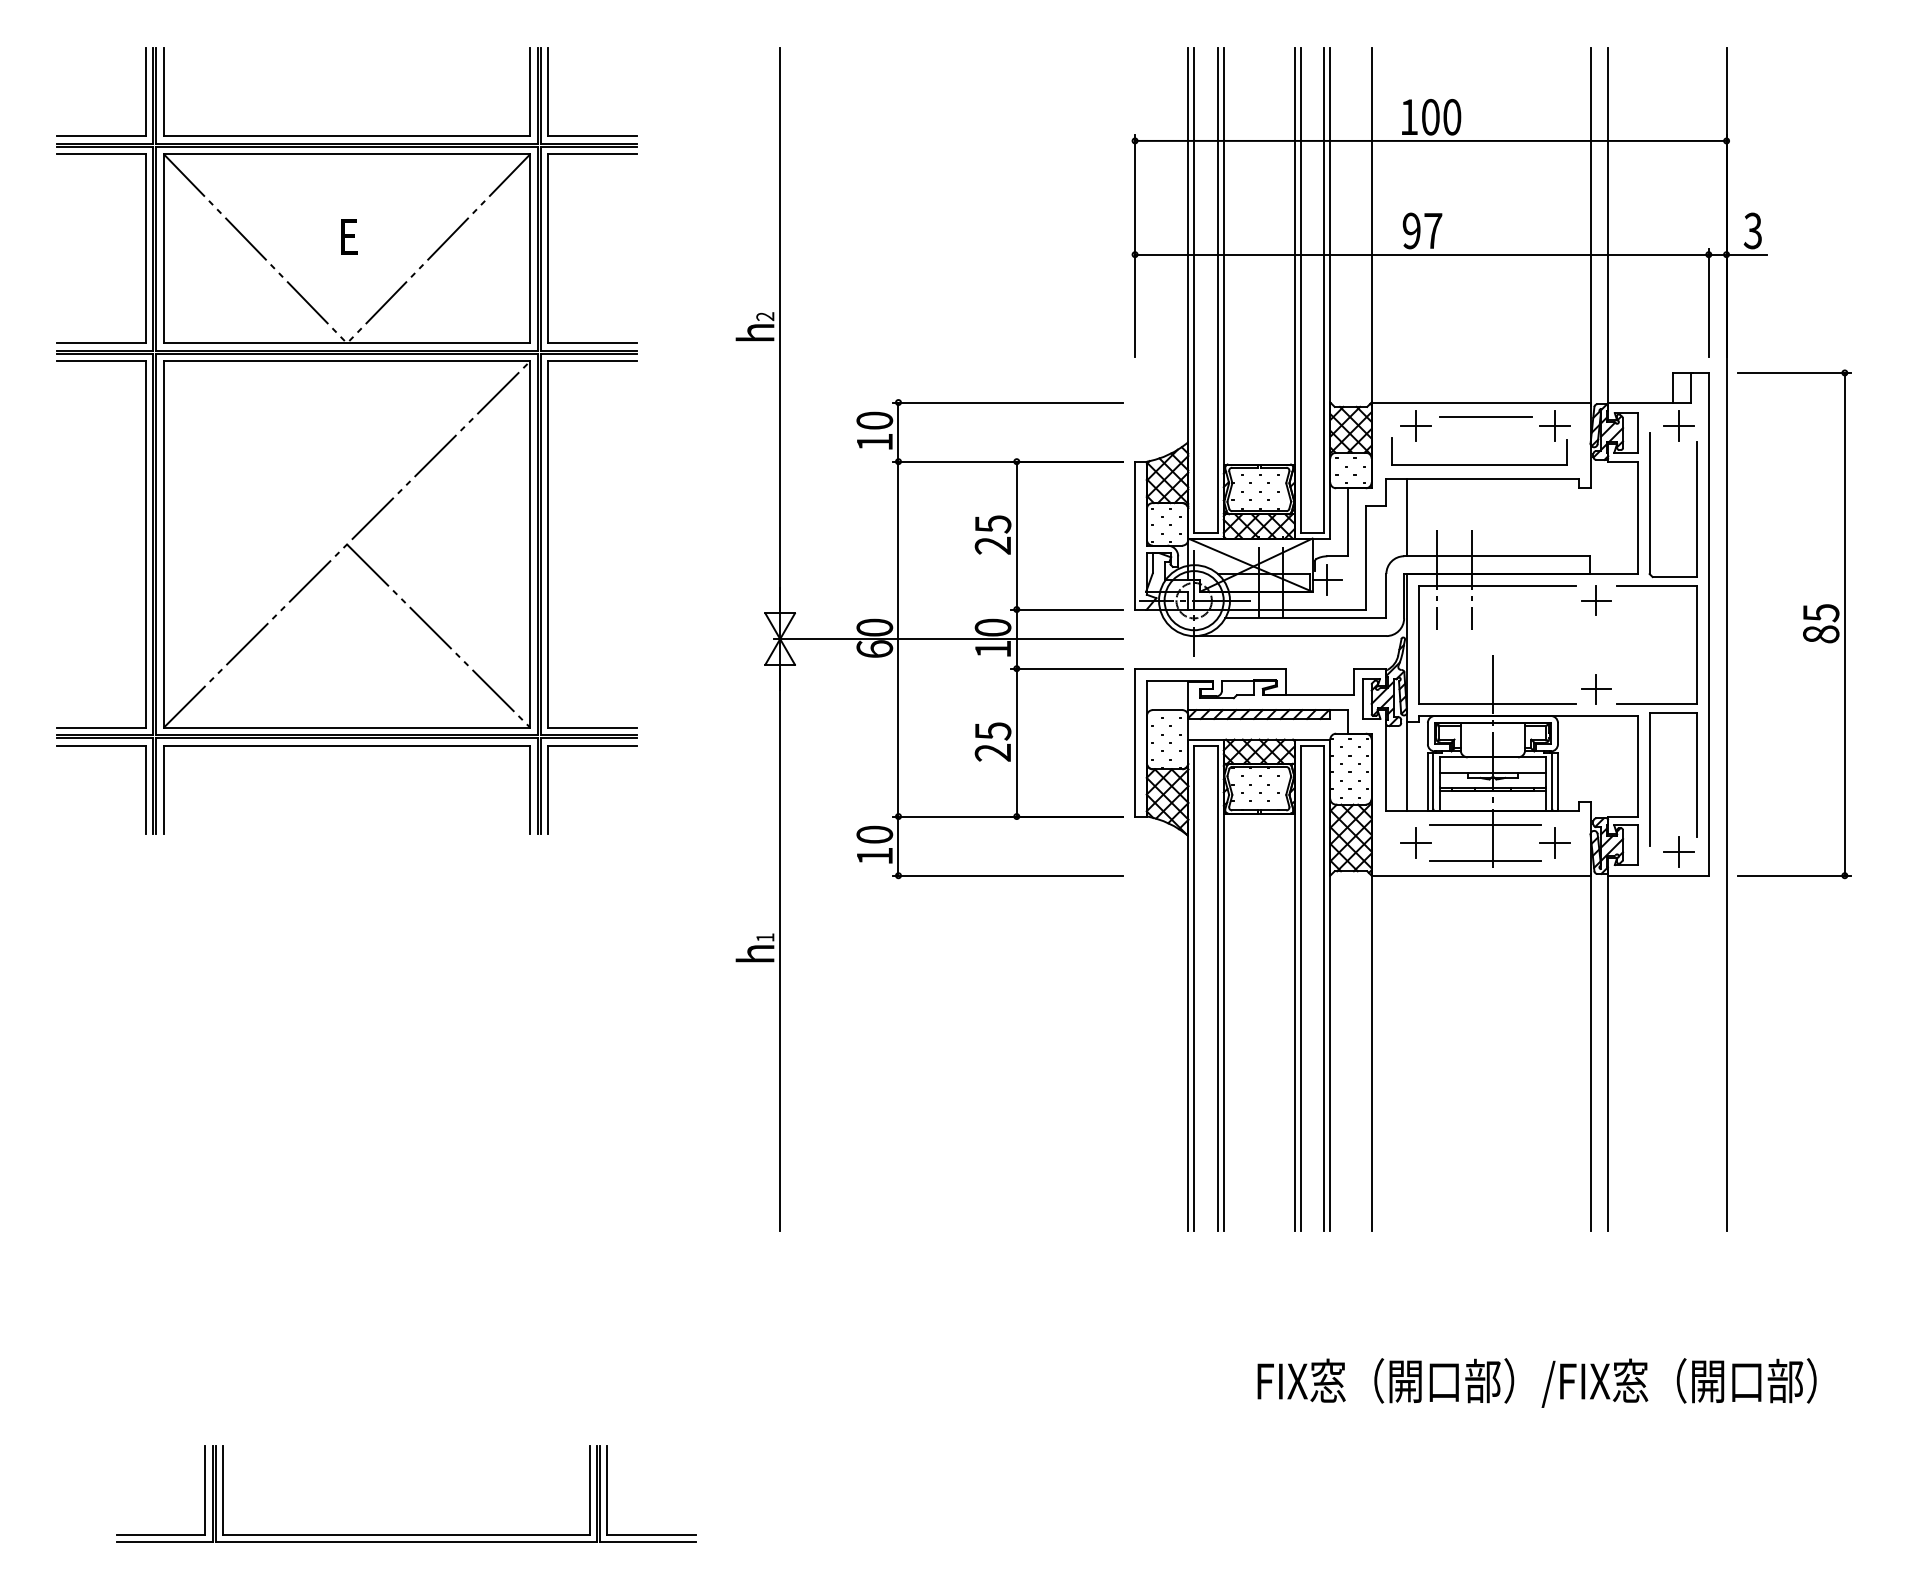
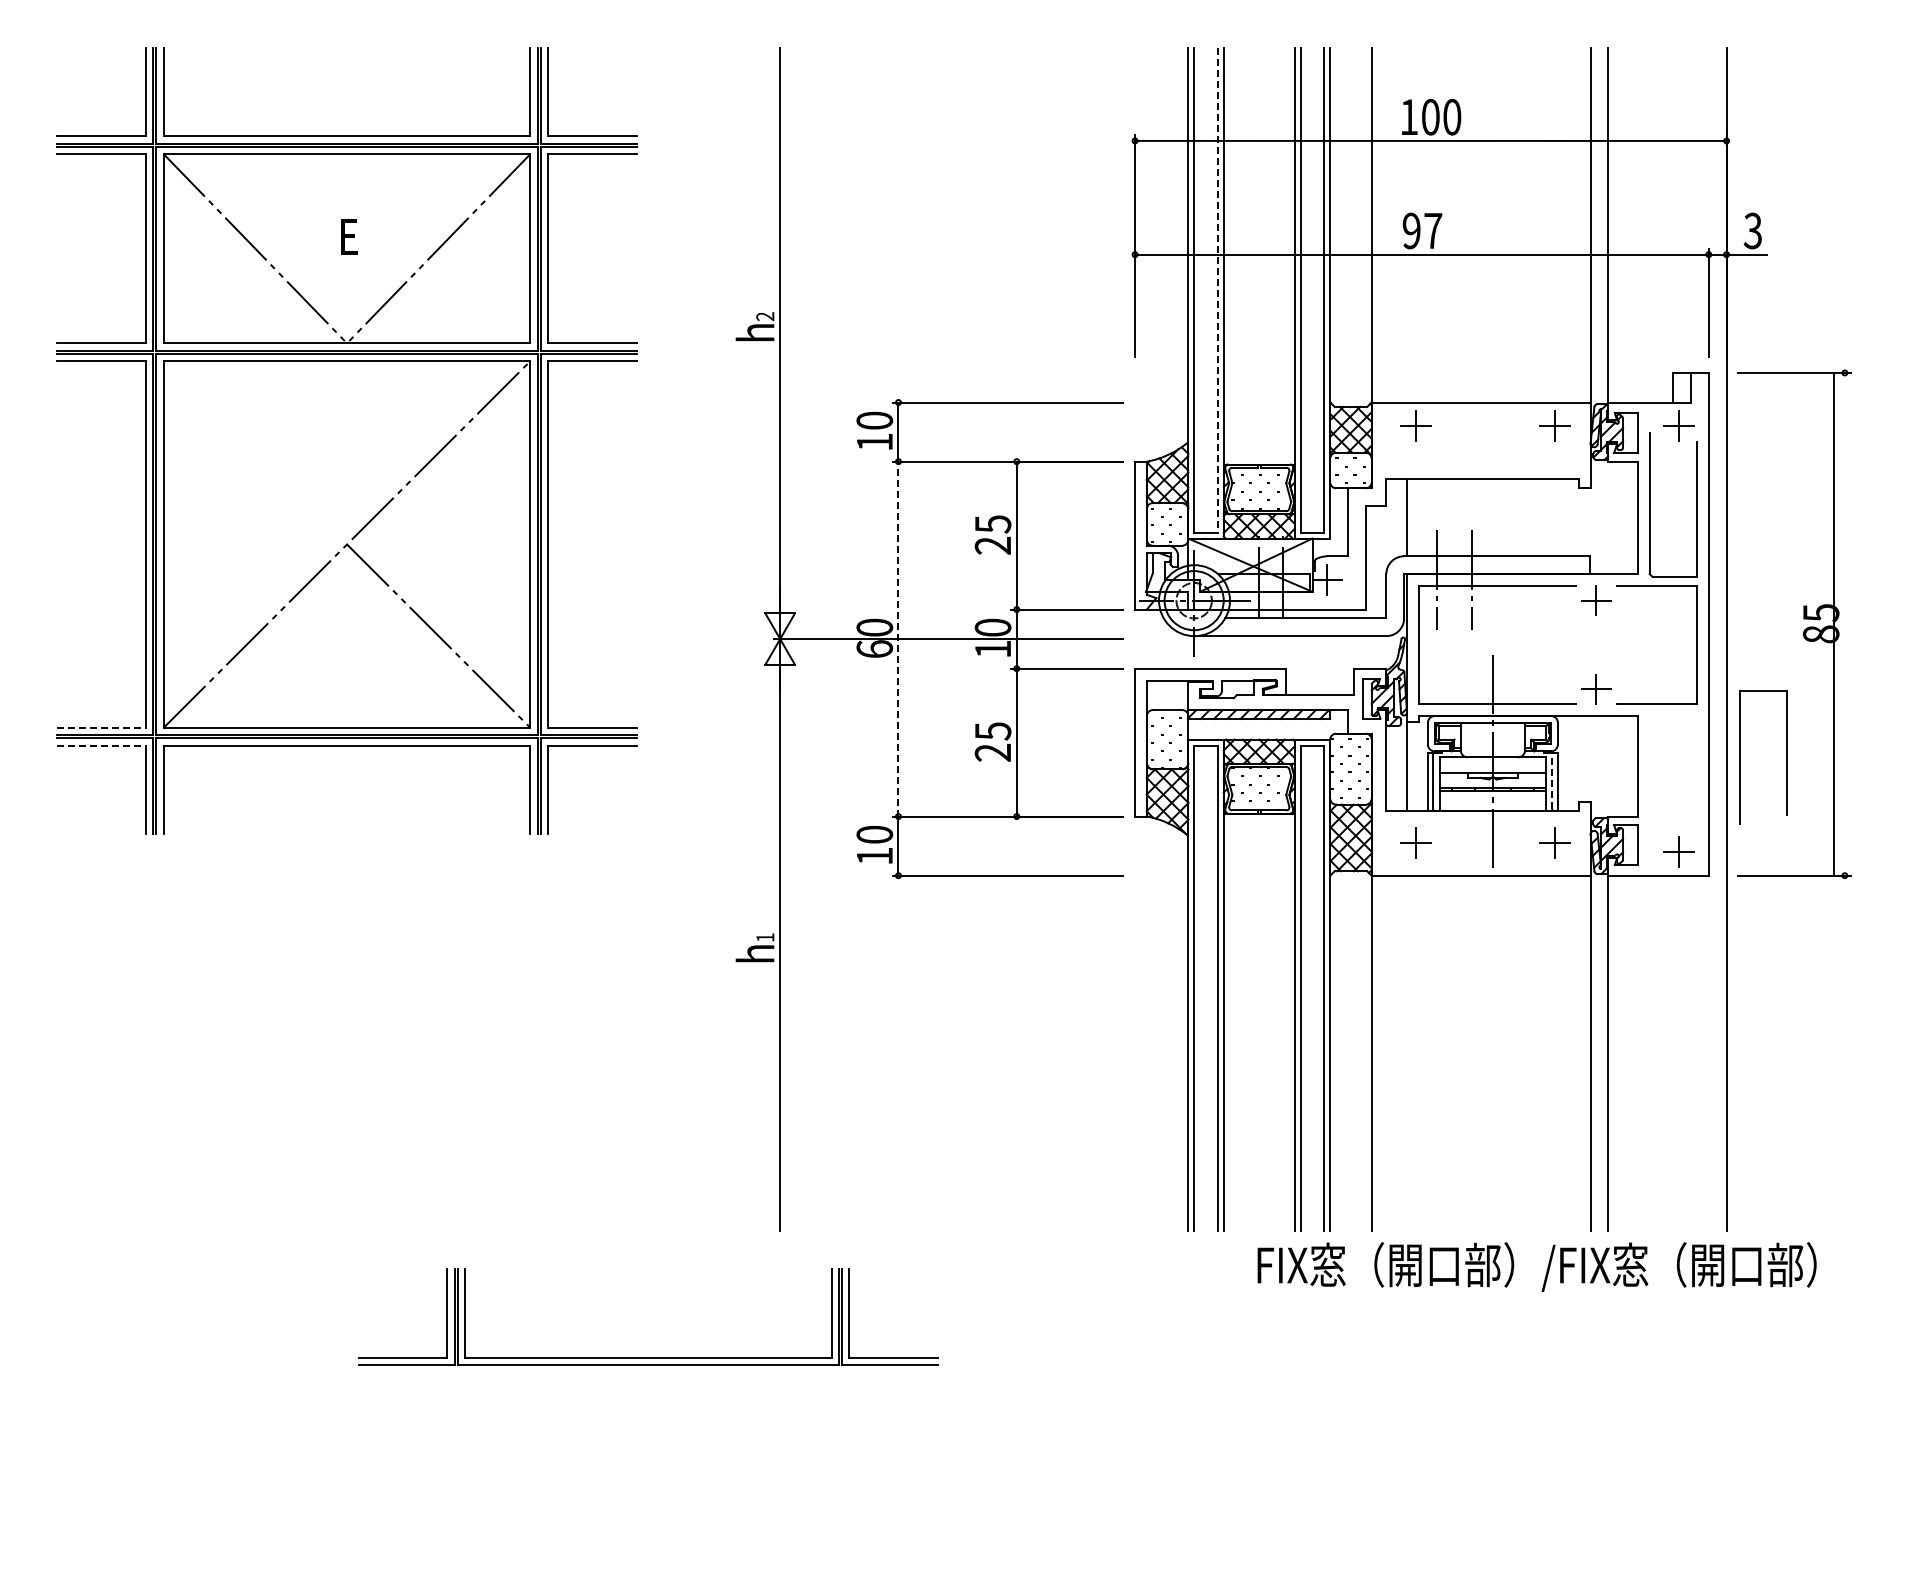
line at (1217, 290): solid -> dashed
line at (1485, 416): present -> none
part at (1479, 464): present -> none
line at (1844, 623) position: (1844, 623) -> (1833, 623)
line at (898, 638): solid -> dashed
line at (102, 727): solid -> dashed
line at (102, 745): solid -> dashed
part at (1650, 779) position: (1650, 779) -> (1740, 757)
line at (1552, 781): solid -> dashed
line at (1485, 825): present -> none
line at (1485, 860): present -> none
text at (1536, 1382) position: (1536, 1382) -> (1536, 1266)
part at (406, 1534) position: (406, 1534) -> (648, 1357)
